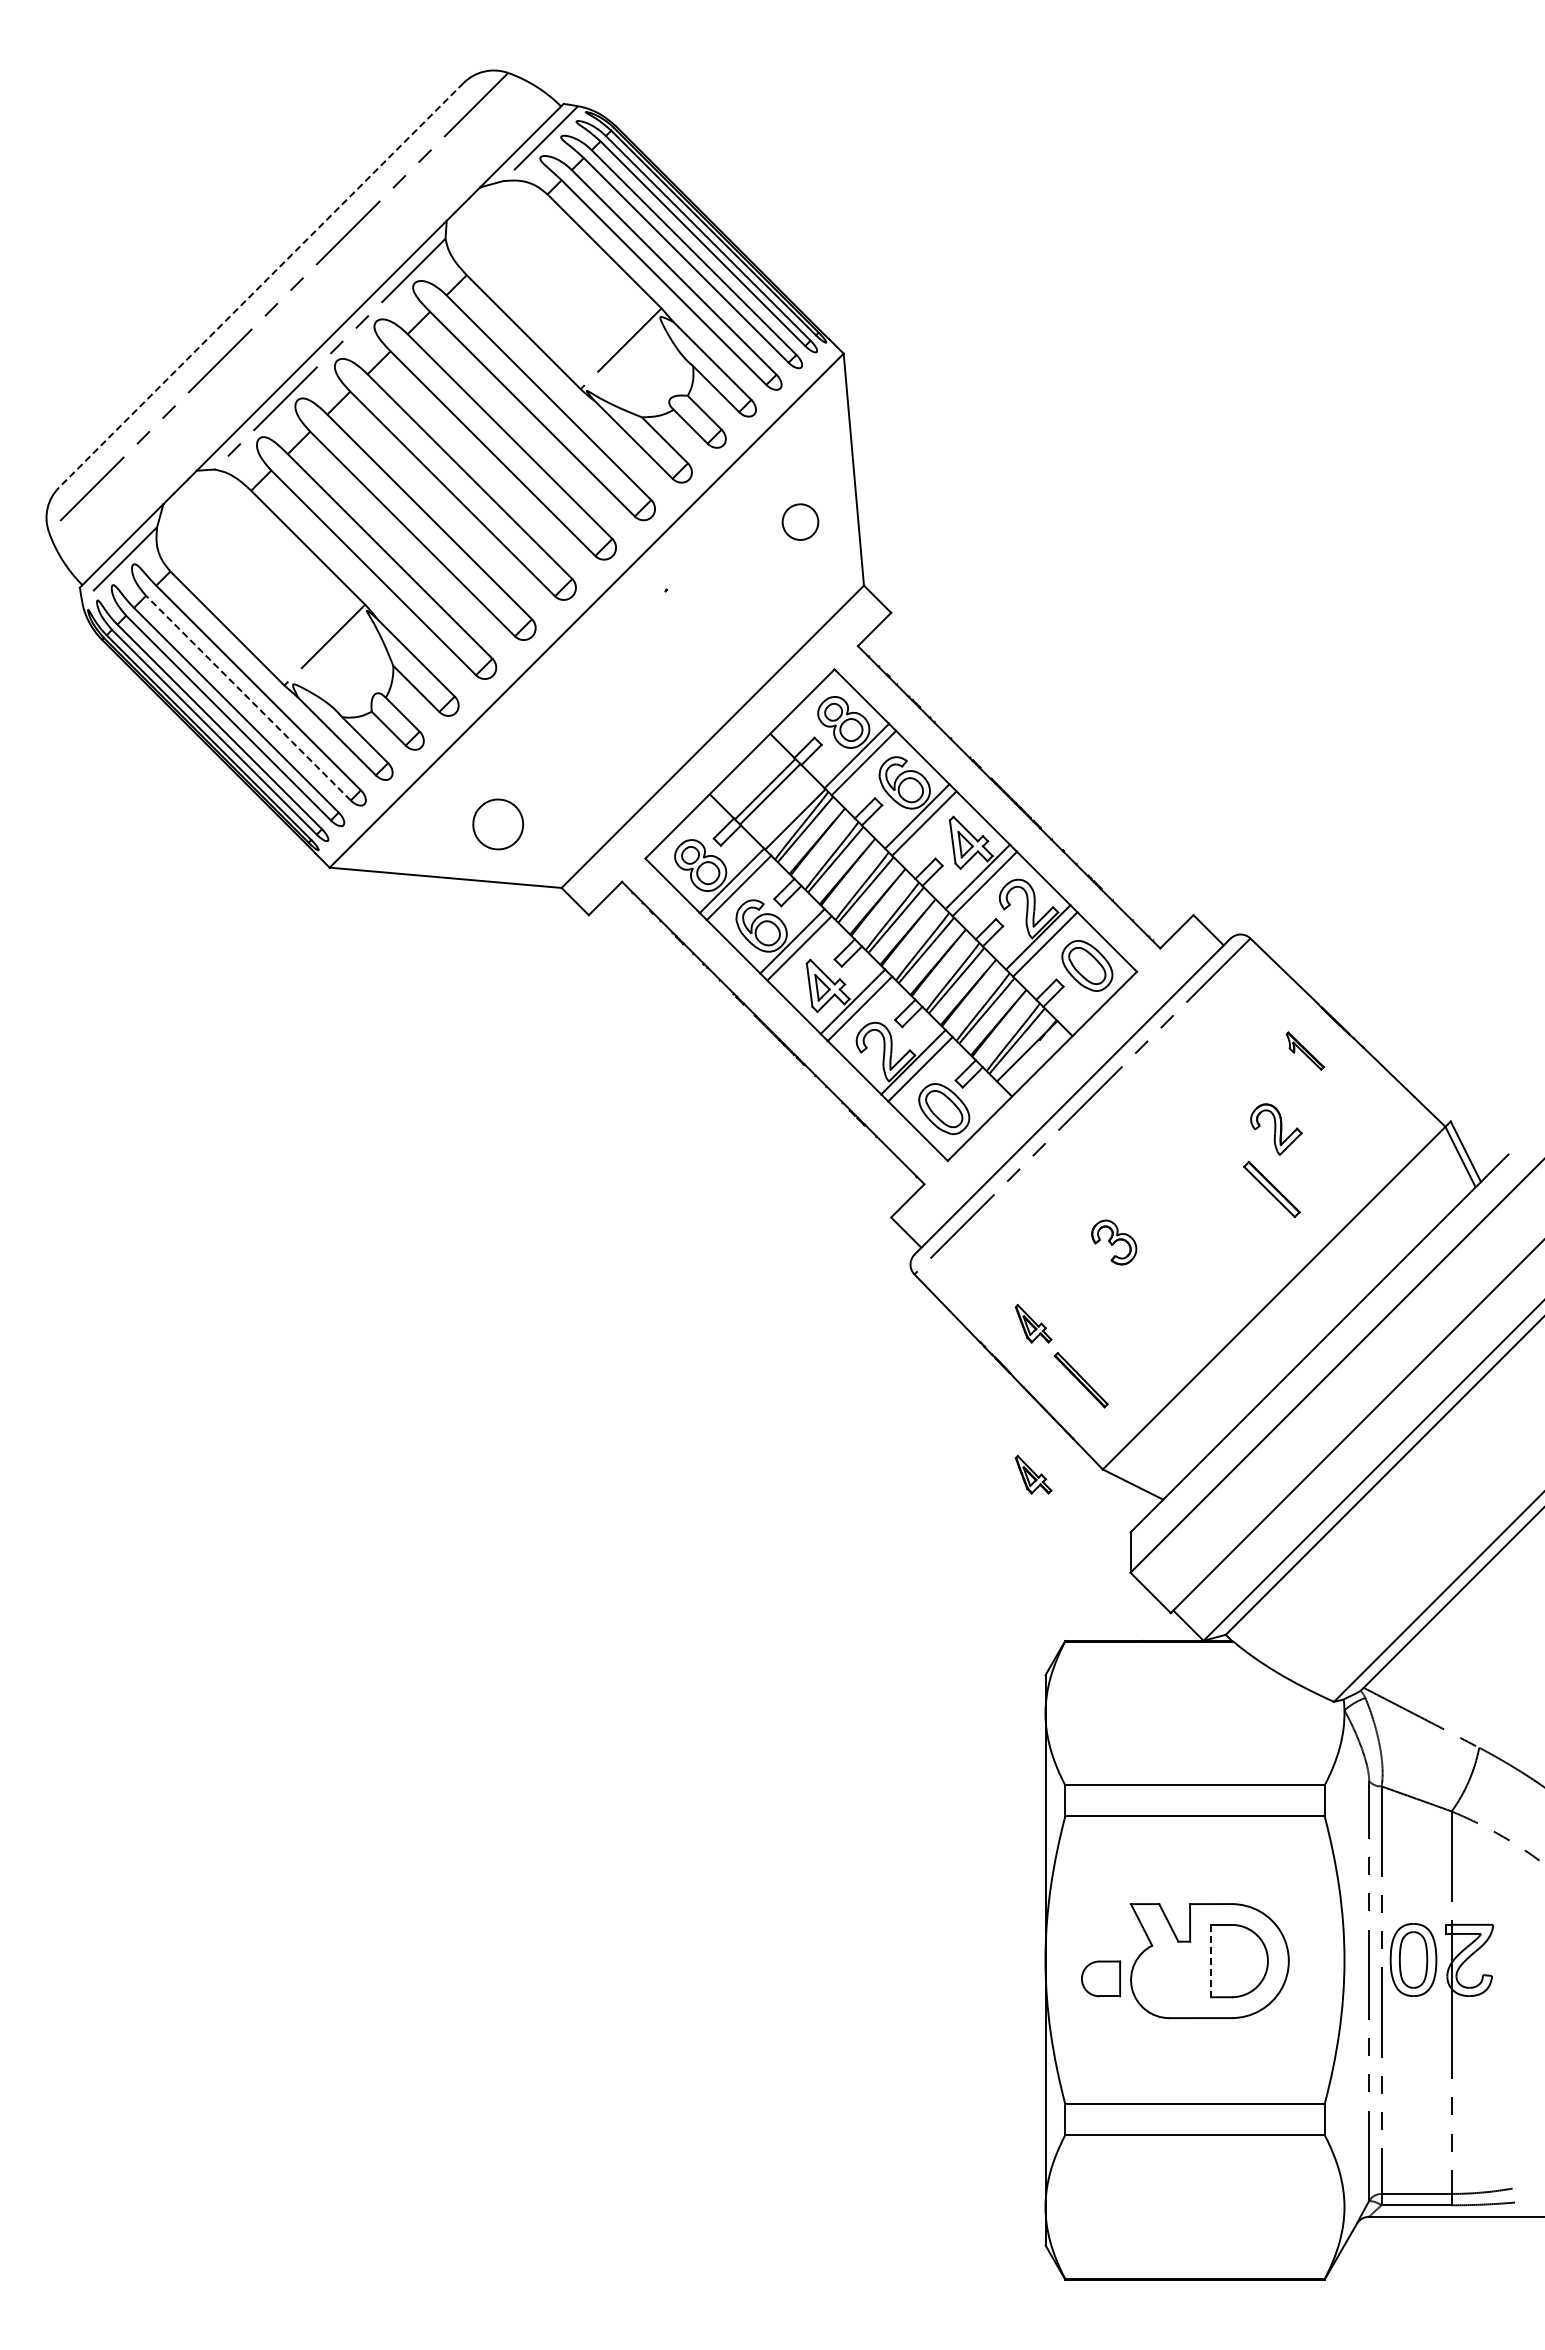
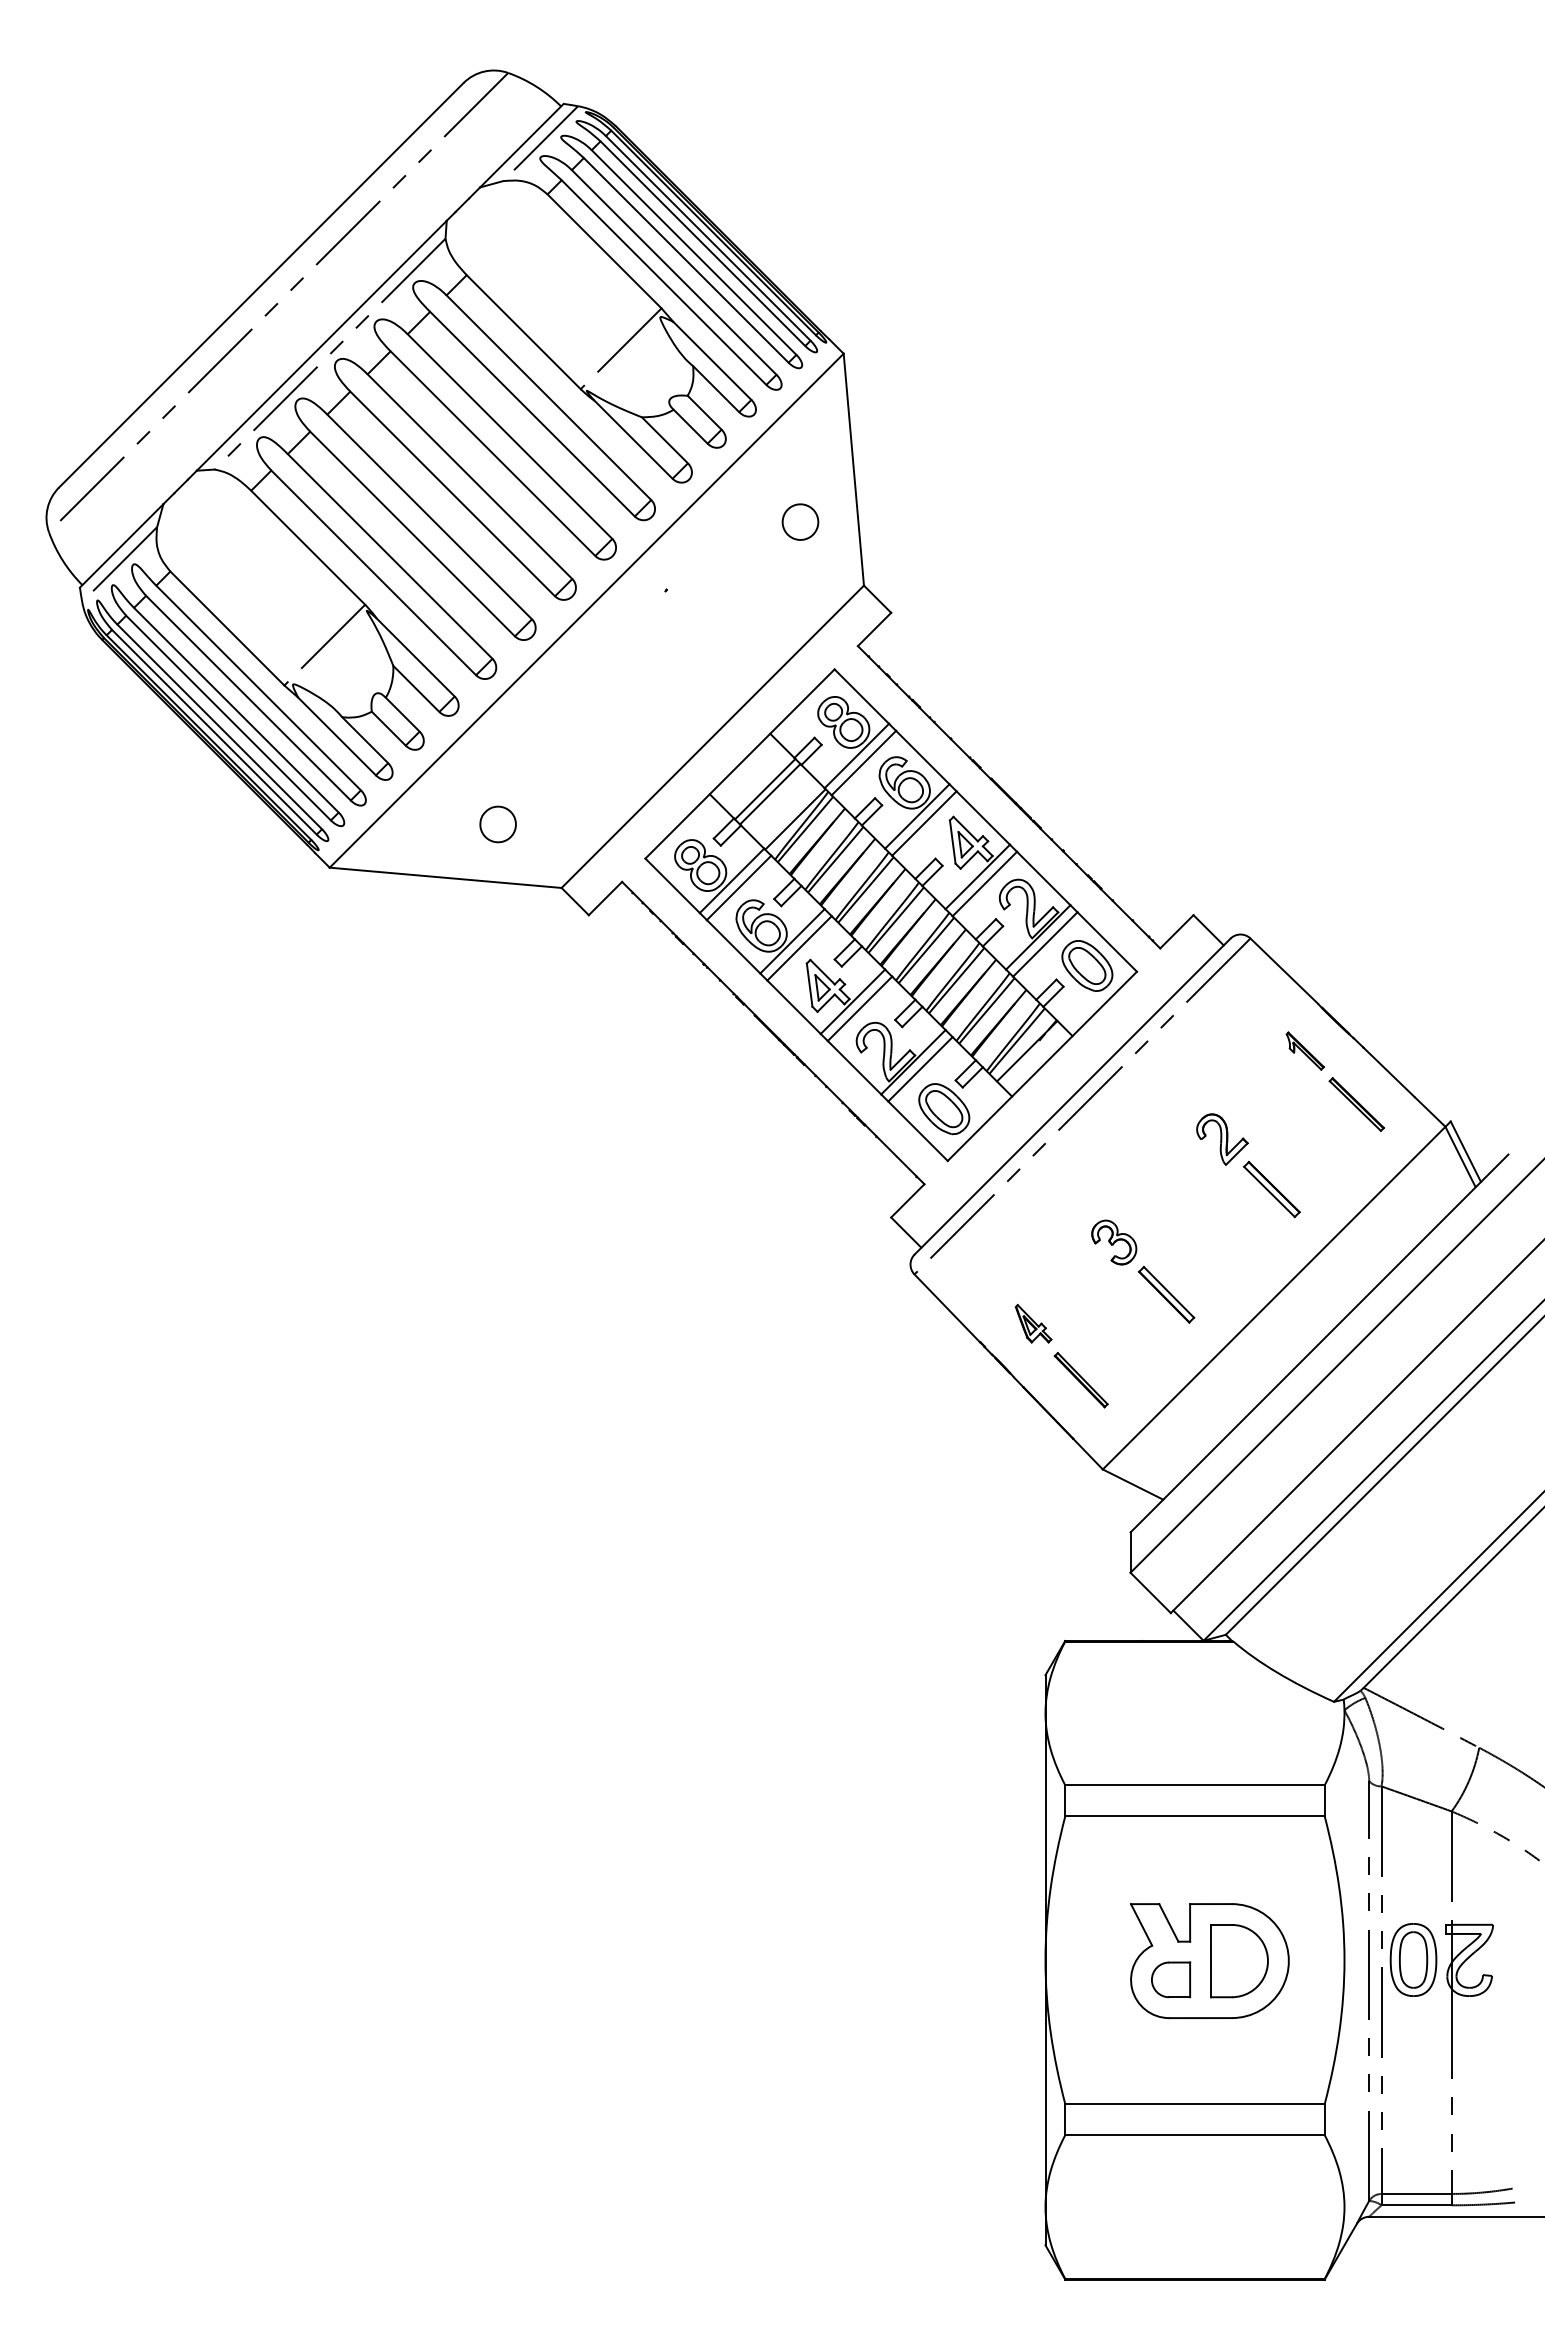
line at (260, 285): dashed -> solid
line at (248, 698): dashed -> solid
part at (498, 824) size: 53x53 px -> 38x39 px
part at (1356, 1104): none -> present
part at (1276, 1129) position: (1276, 1129) -> (1222, 1139)
part at (1166, 1294): none -> present
part at (1033, 1474): present -> none
line at (1210, 1961): dashed -> solid
part at (1101, 1978) position: (1101, 1978) -> (1171, 1979)
